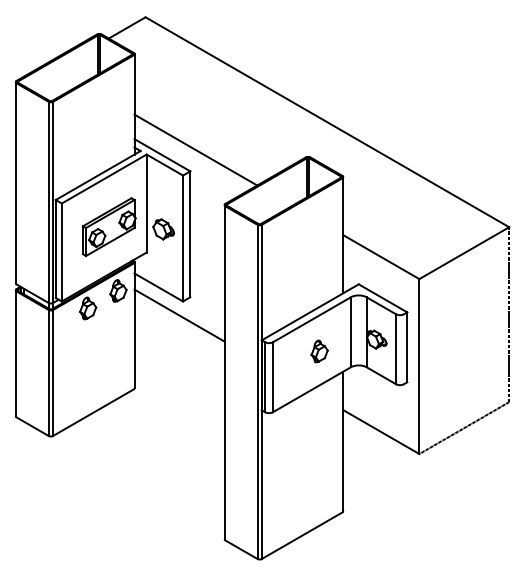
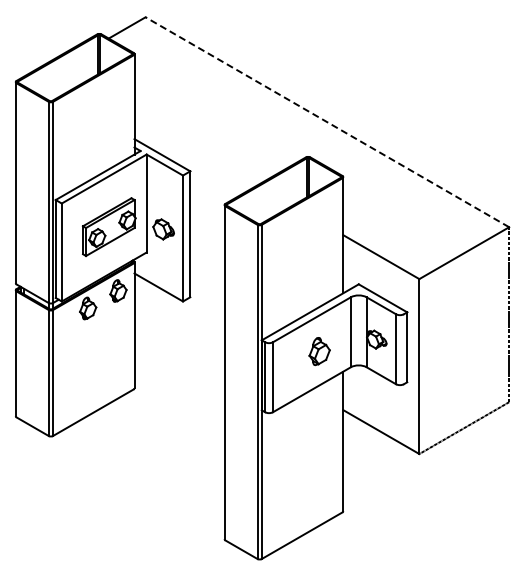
line at (327, 122): solid -> dashed
line at (195, 149): present -> none
line at (179, 315): present -> none
part at (319, 351) size: 19x25 px -> 23x30 px
